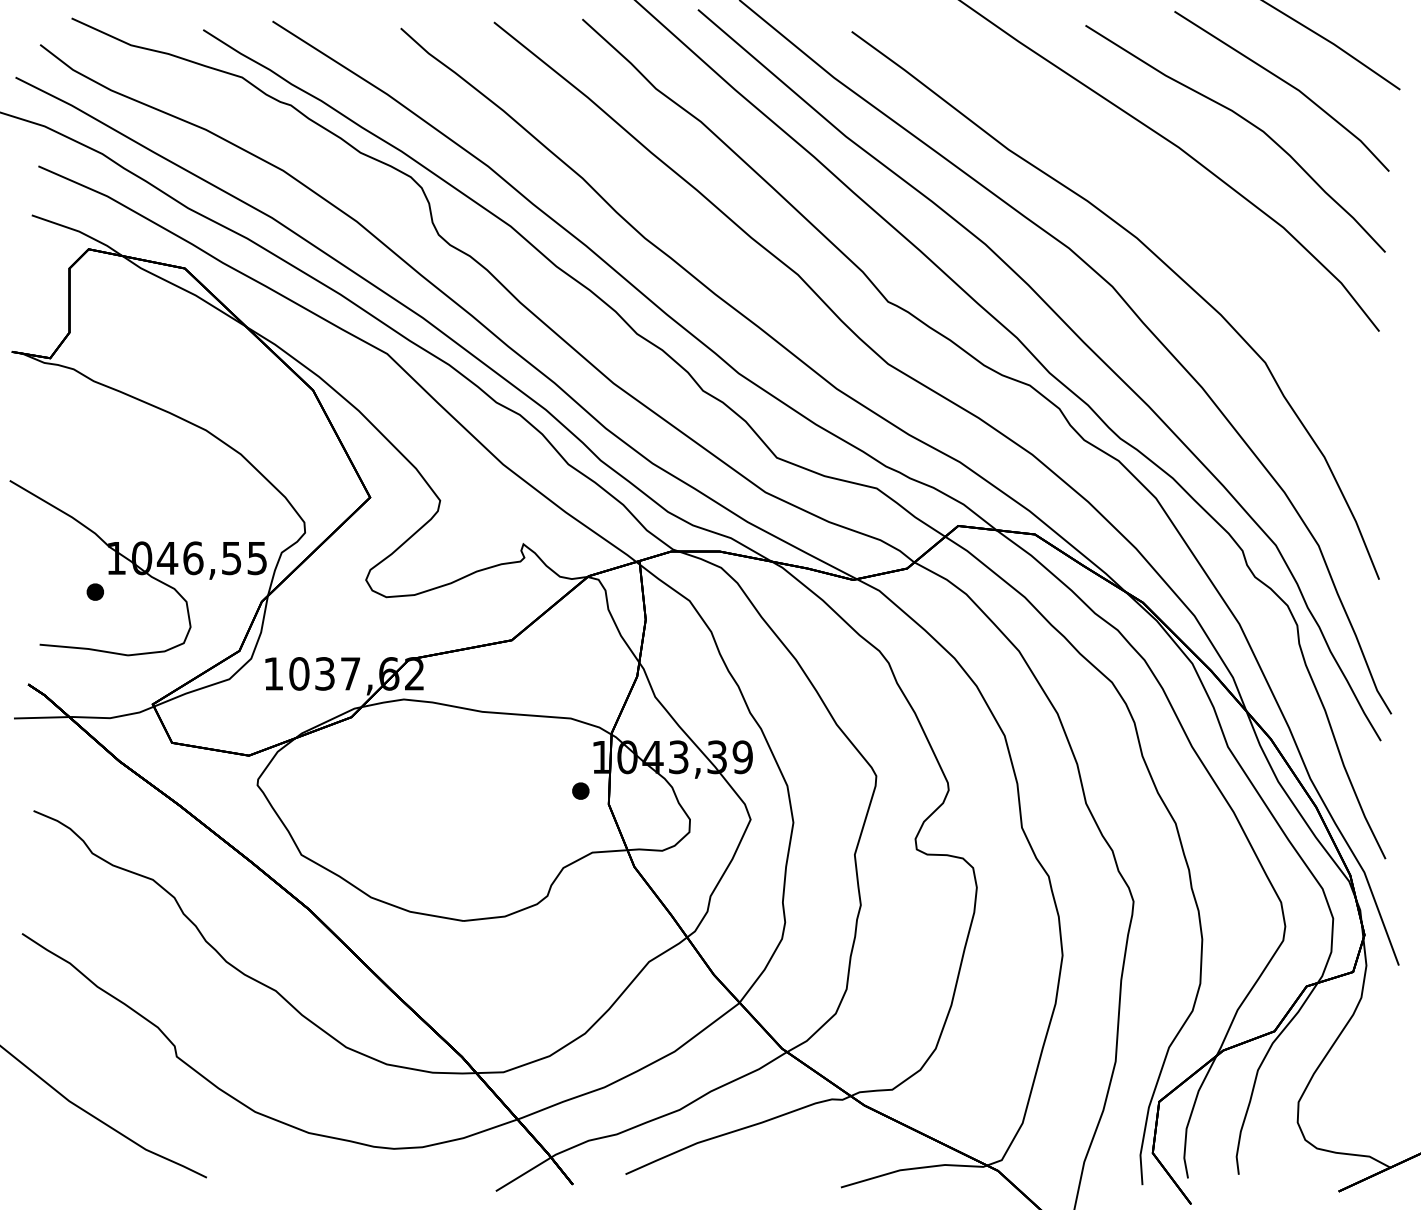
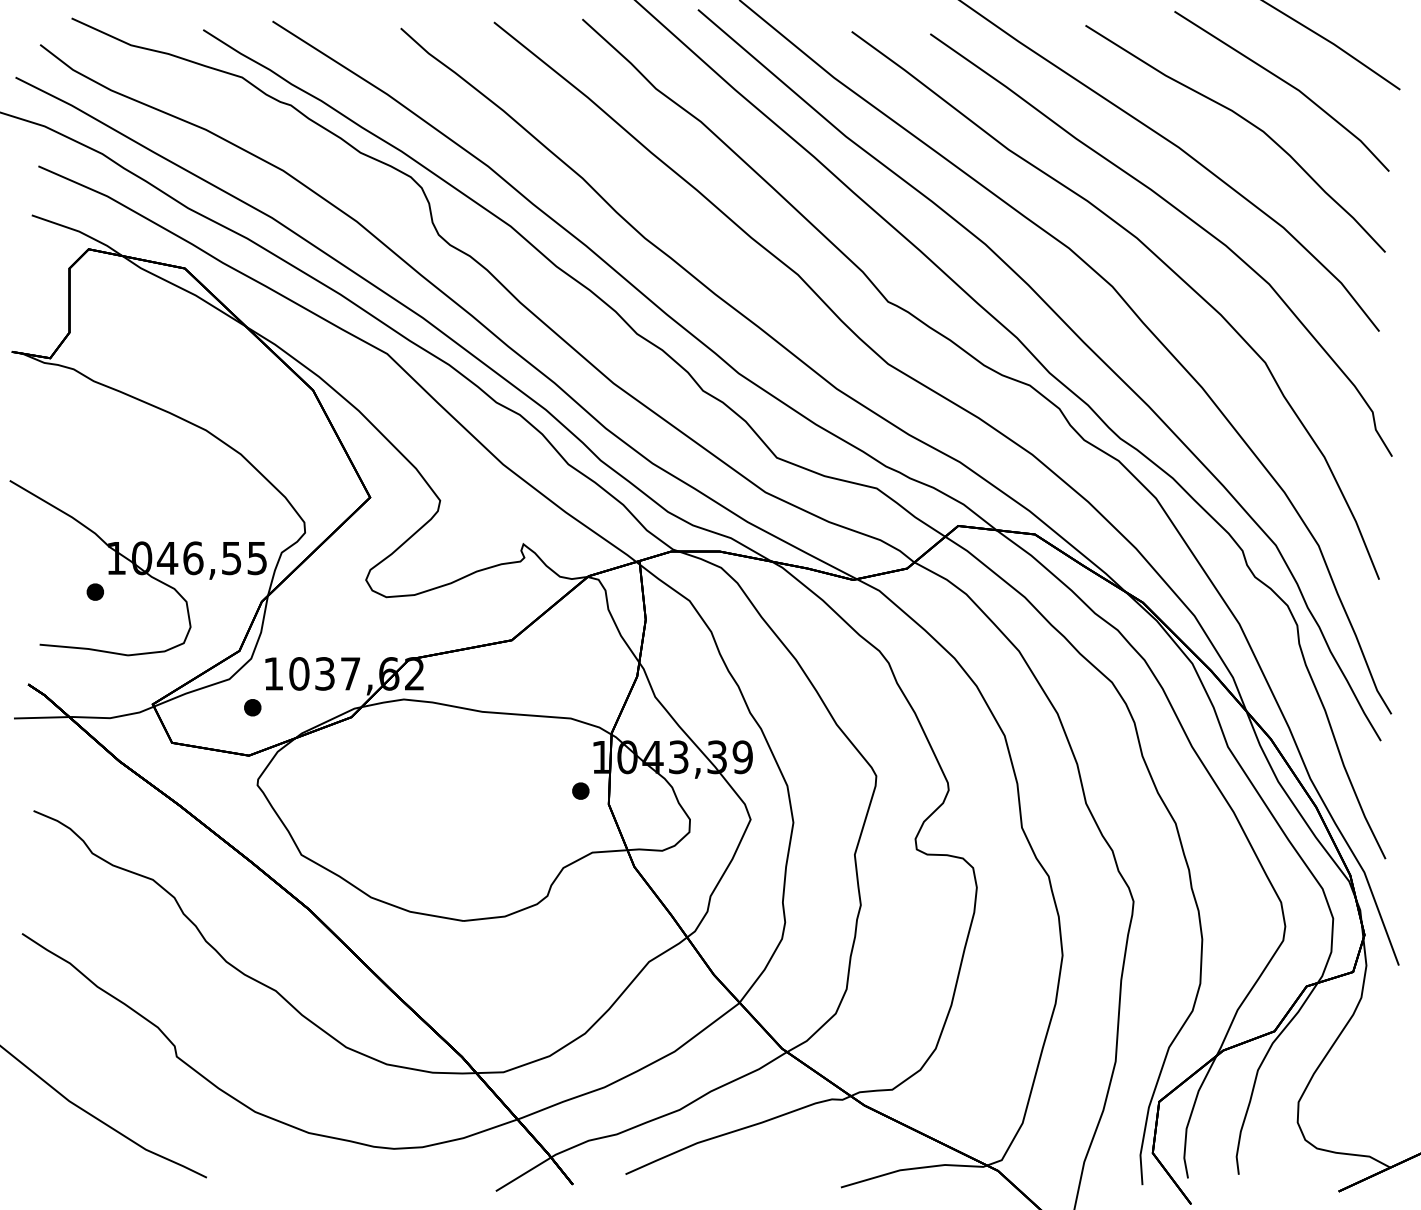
curve at (1183, 215): none -> present
part at (252, 707): none -> present
